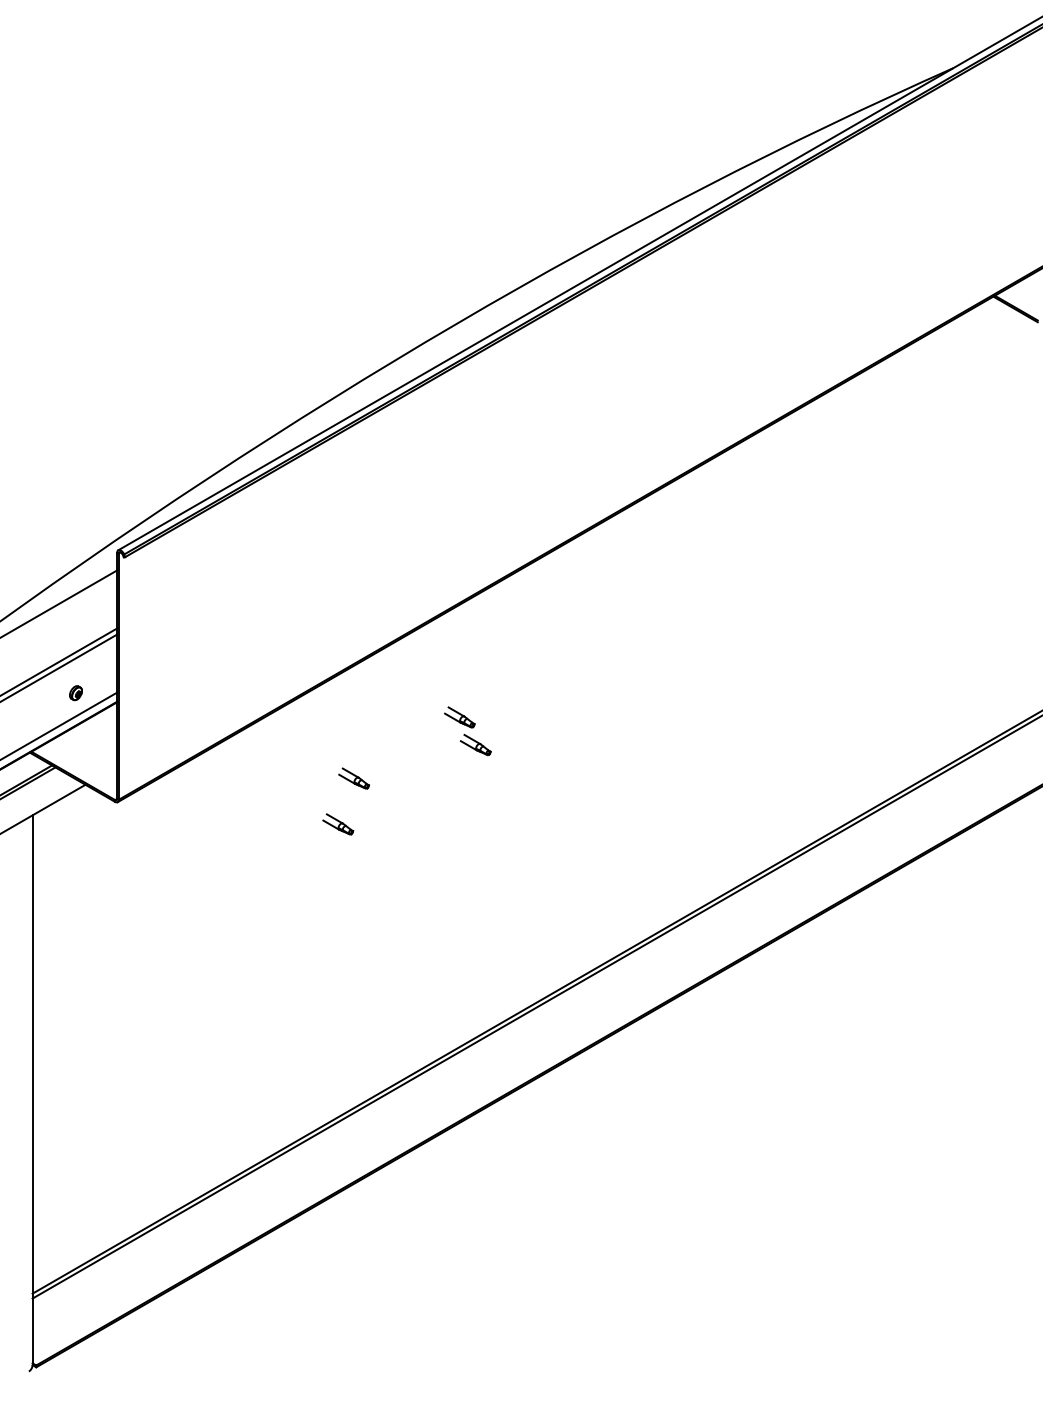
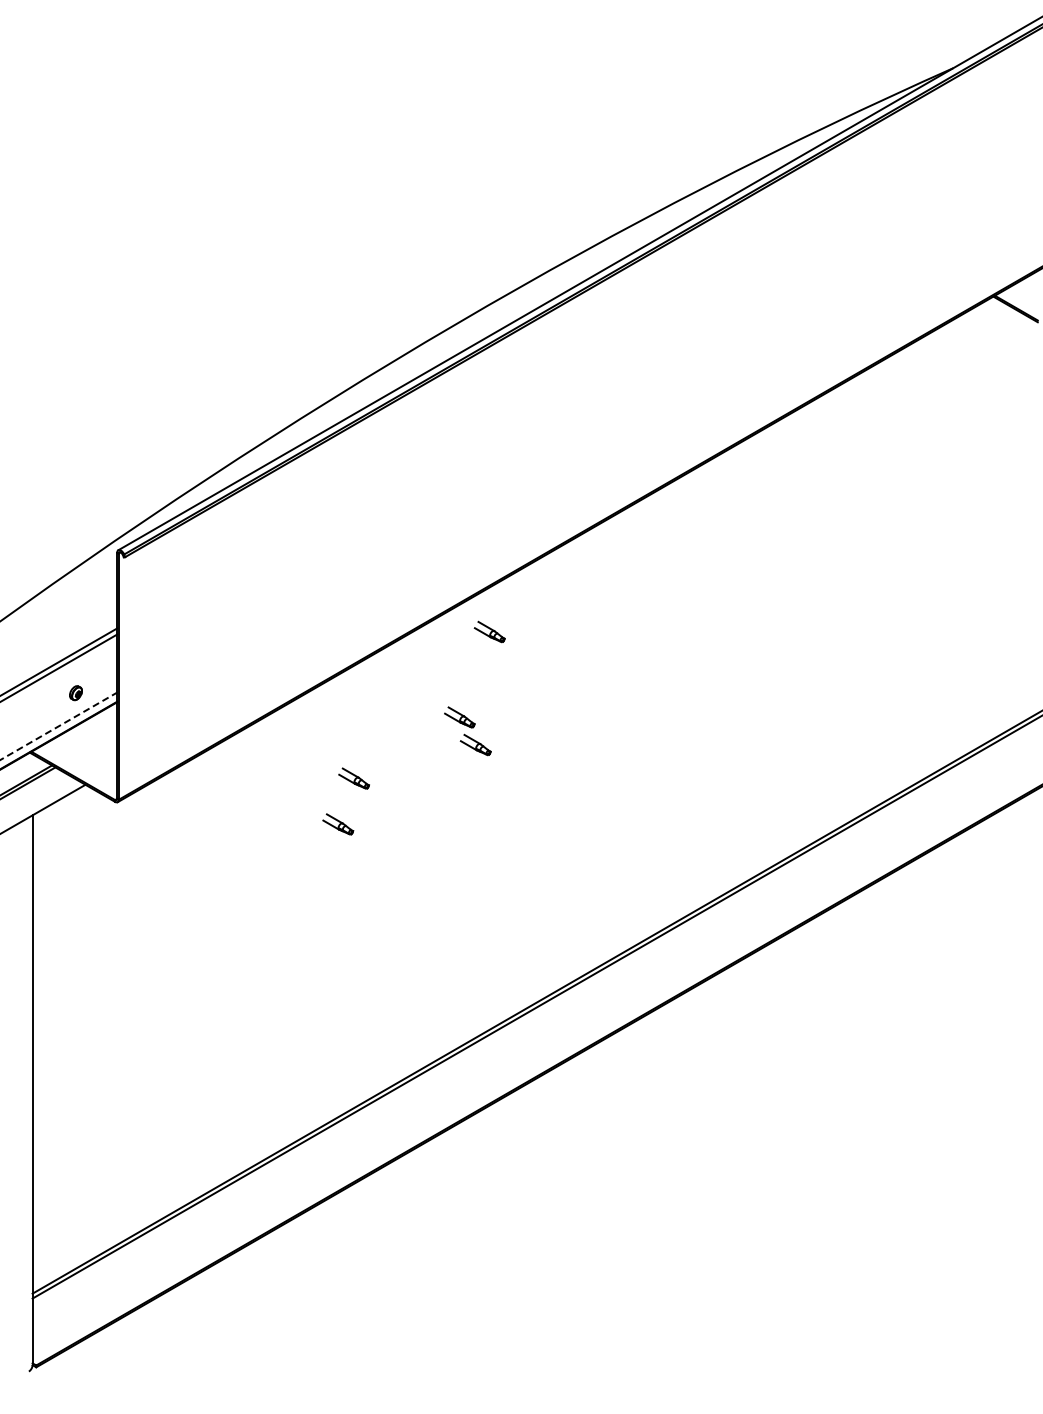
line at (59, 603): present -> none
part at (489, 631): none -> present
line at (58, 726): solid -> dashed
